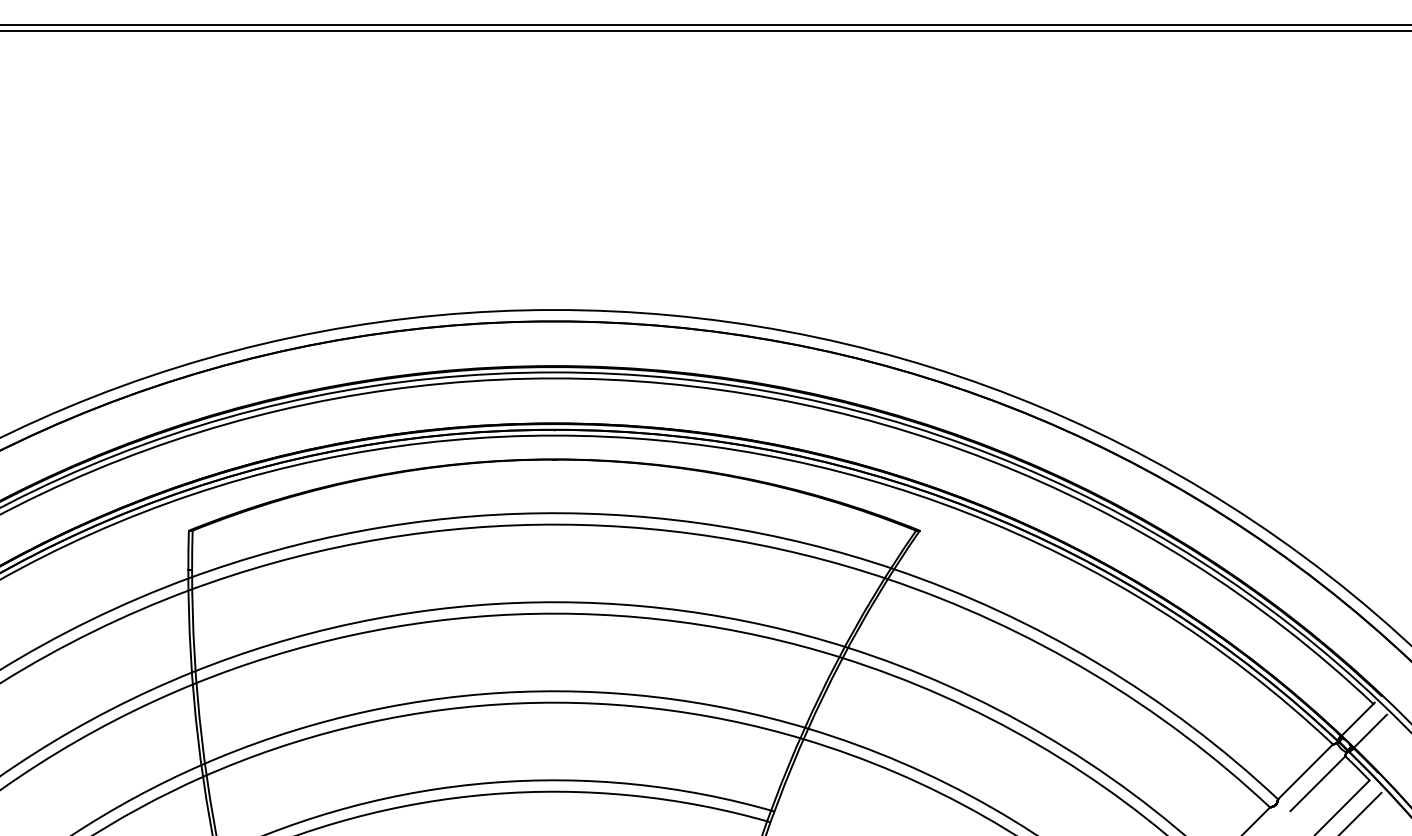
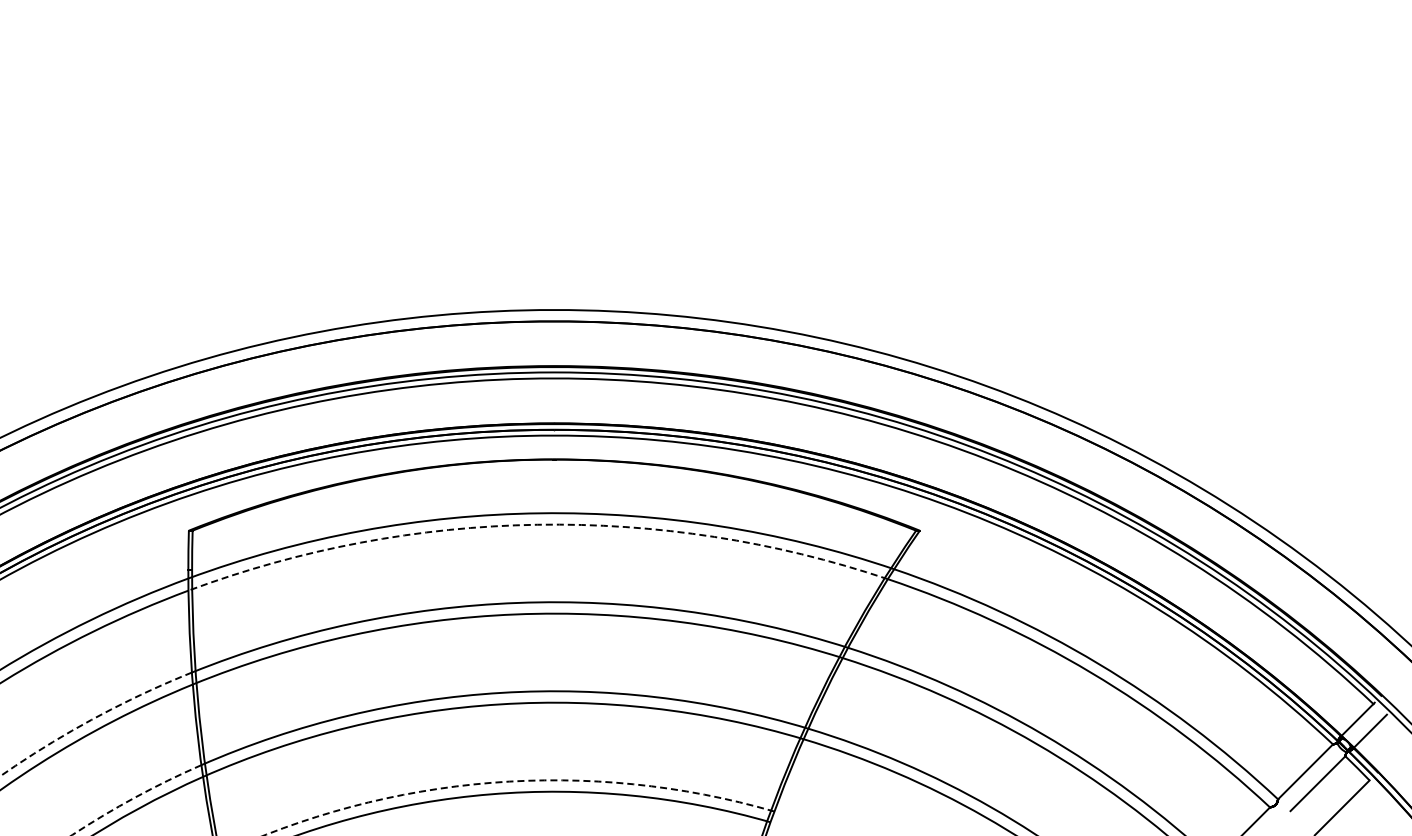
line at (705, 24): present -> none
line at (705, 31): present -> none
arc at (537, 524): solid -> dashed
arc at (92, 719): solid -> dashed
arc at (518, 781): solid -> dashed
arc at (134, 797): solid -> dashed
line at (1361, 812): present -> none
